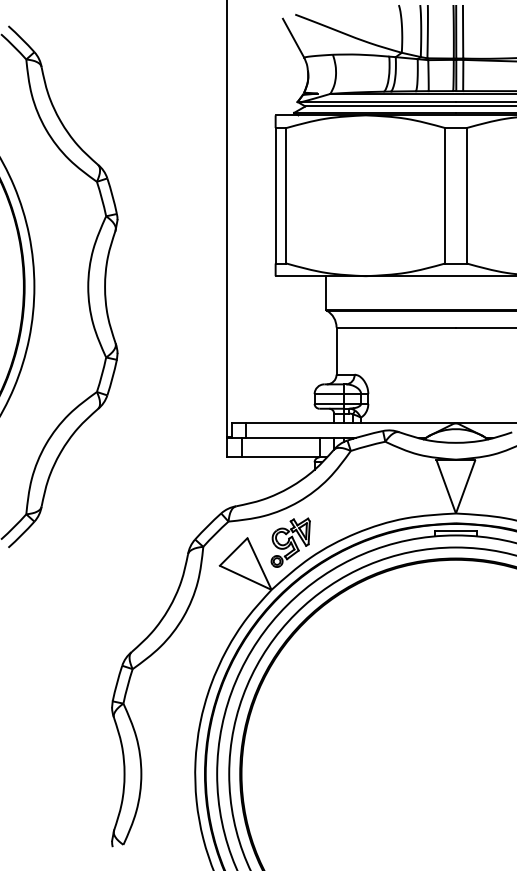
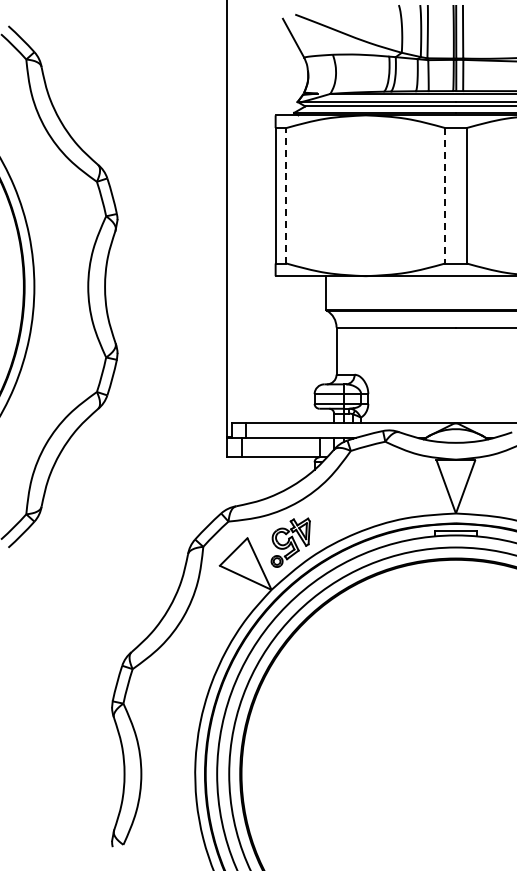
line at (286, 195): solid -> dashed
line at (445, 195): solid -> dashed
